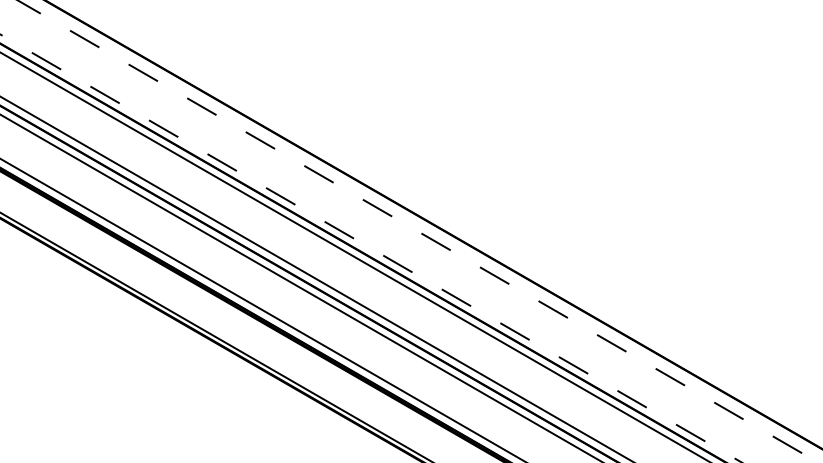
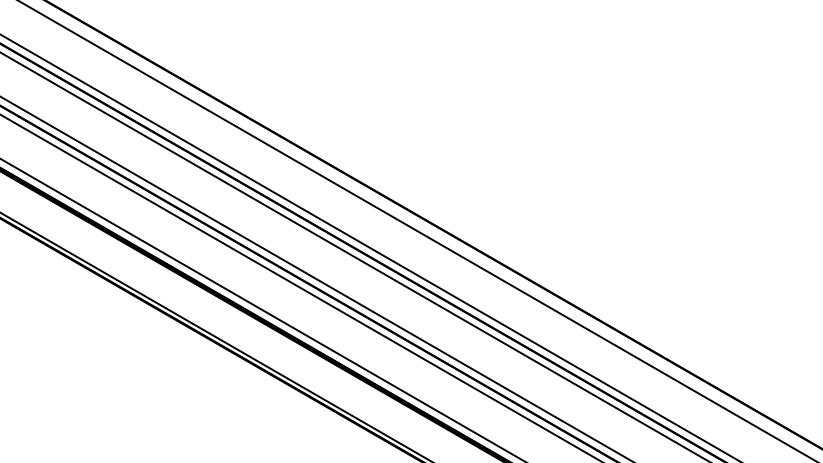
line at (417, 231): dashed -> solid
line at (371, 249): dashed -> solid
